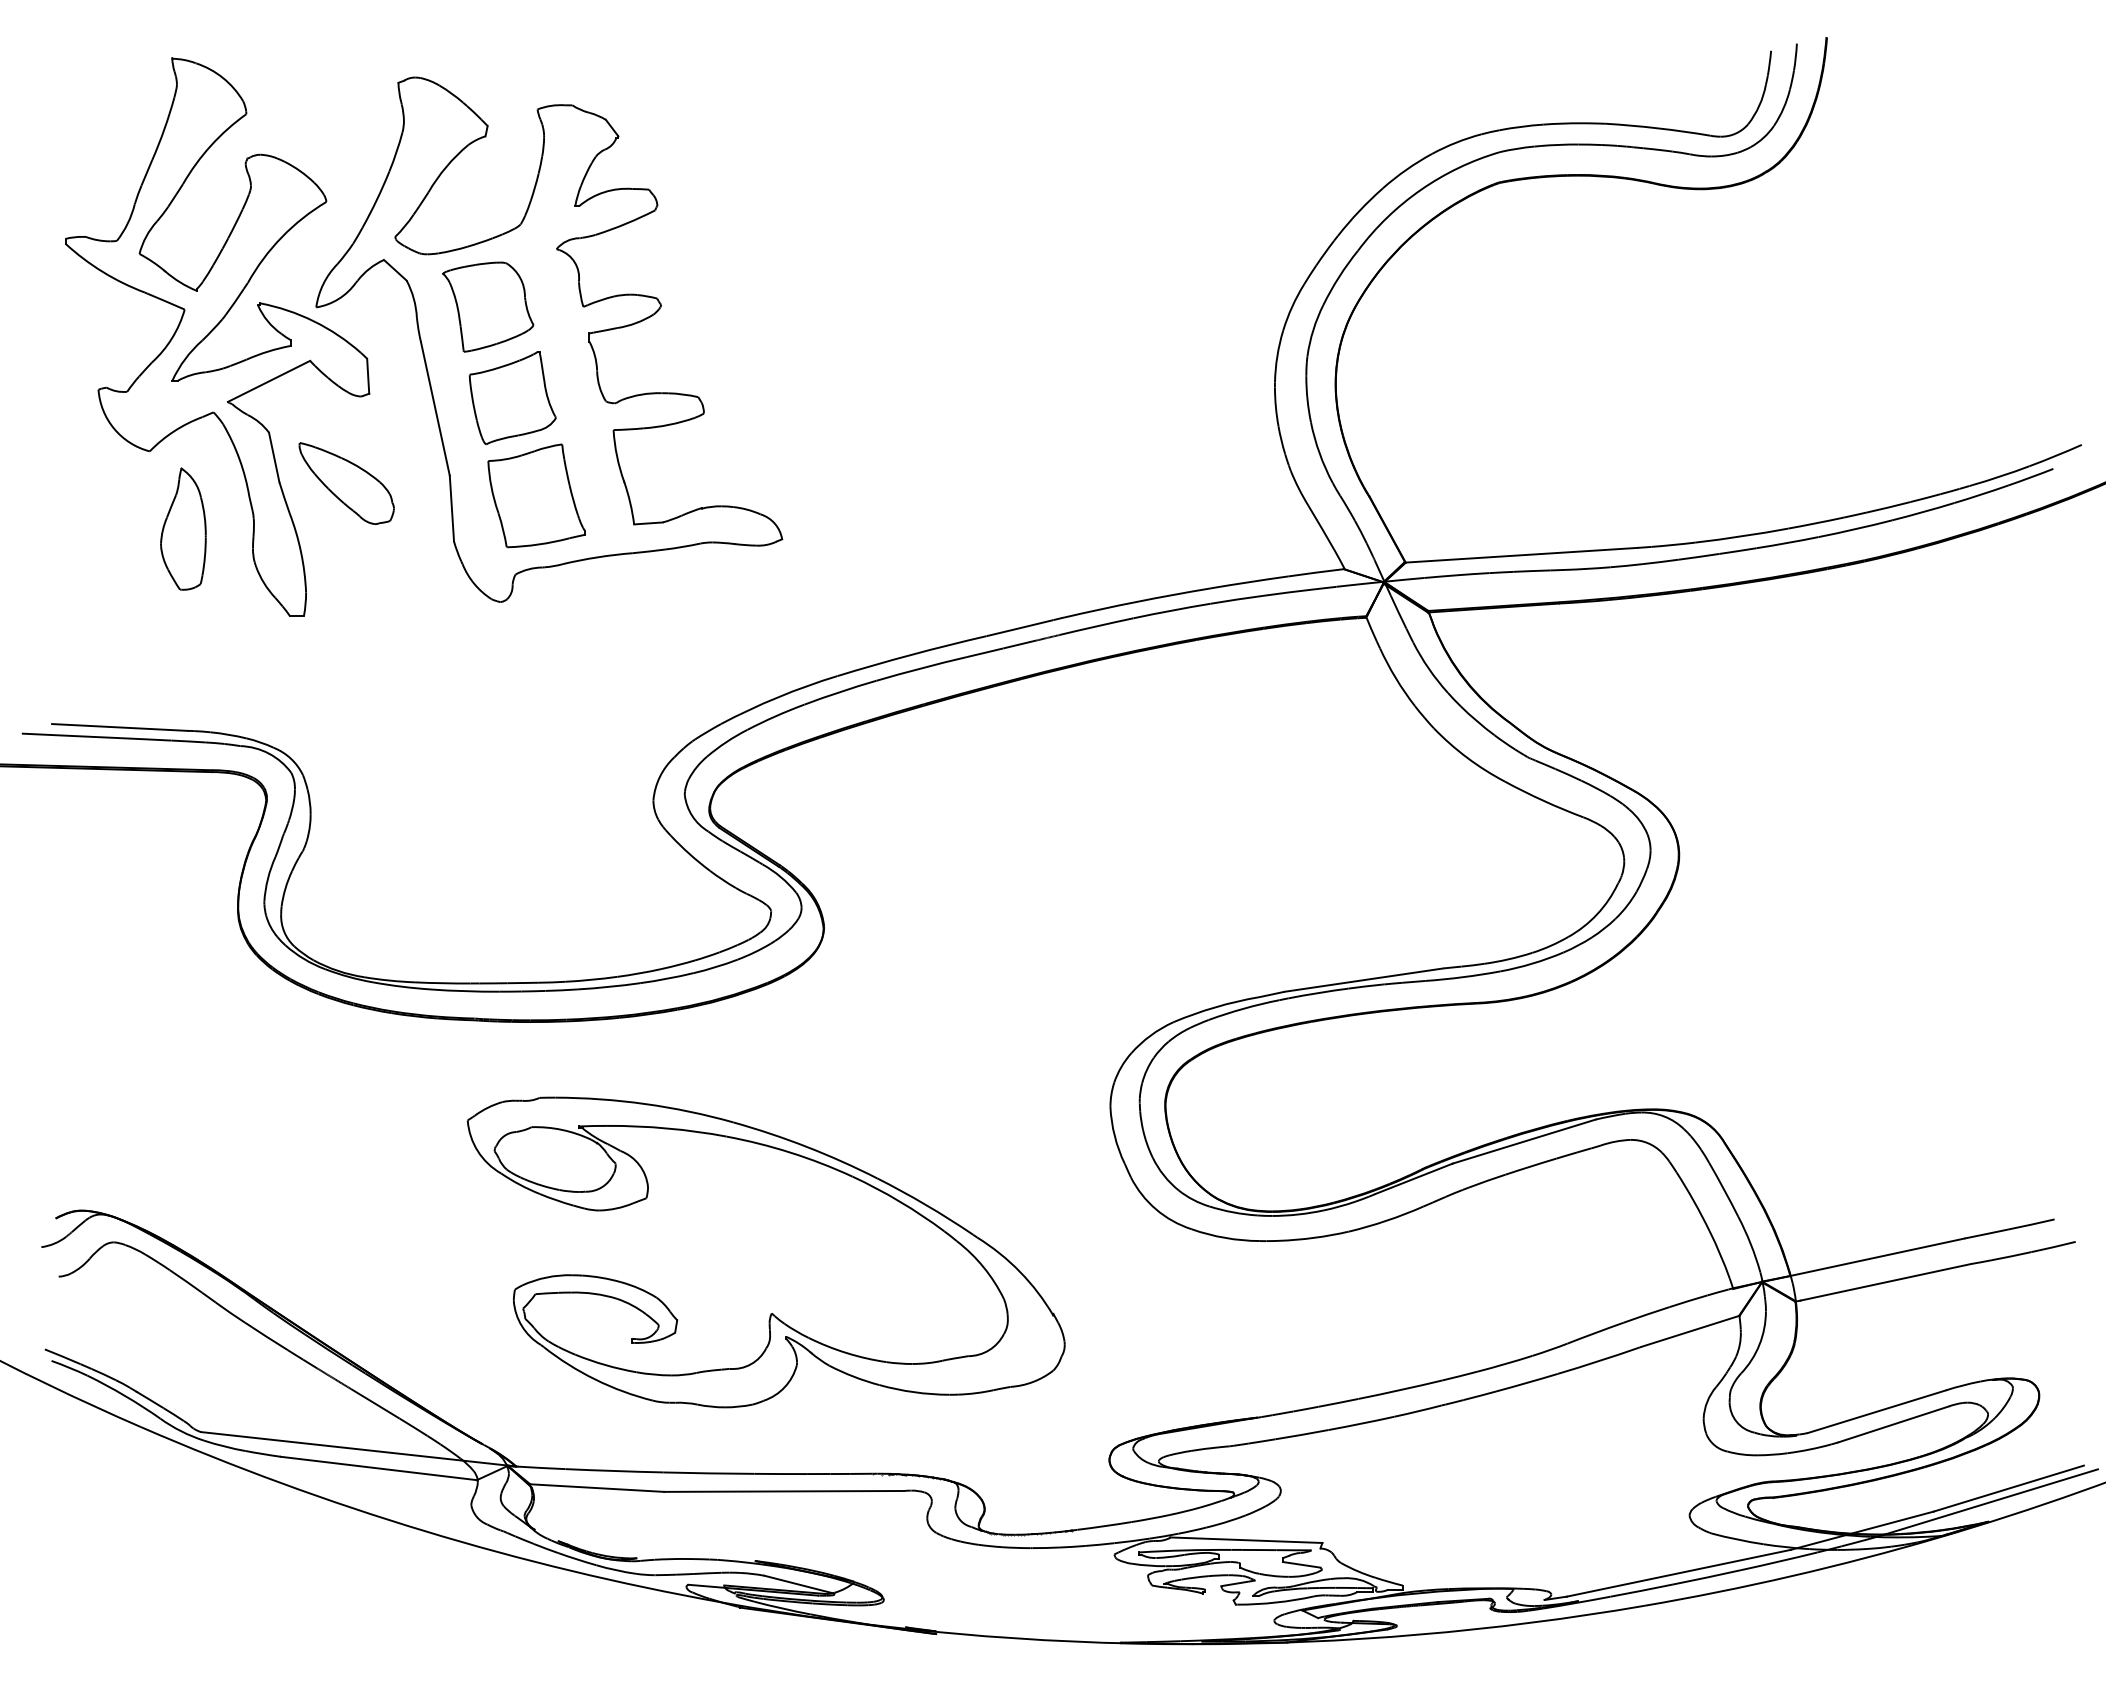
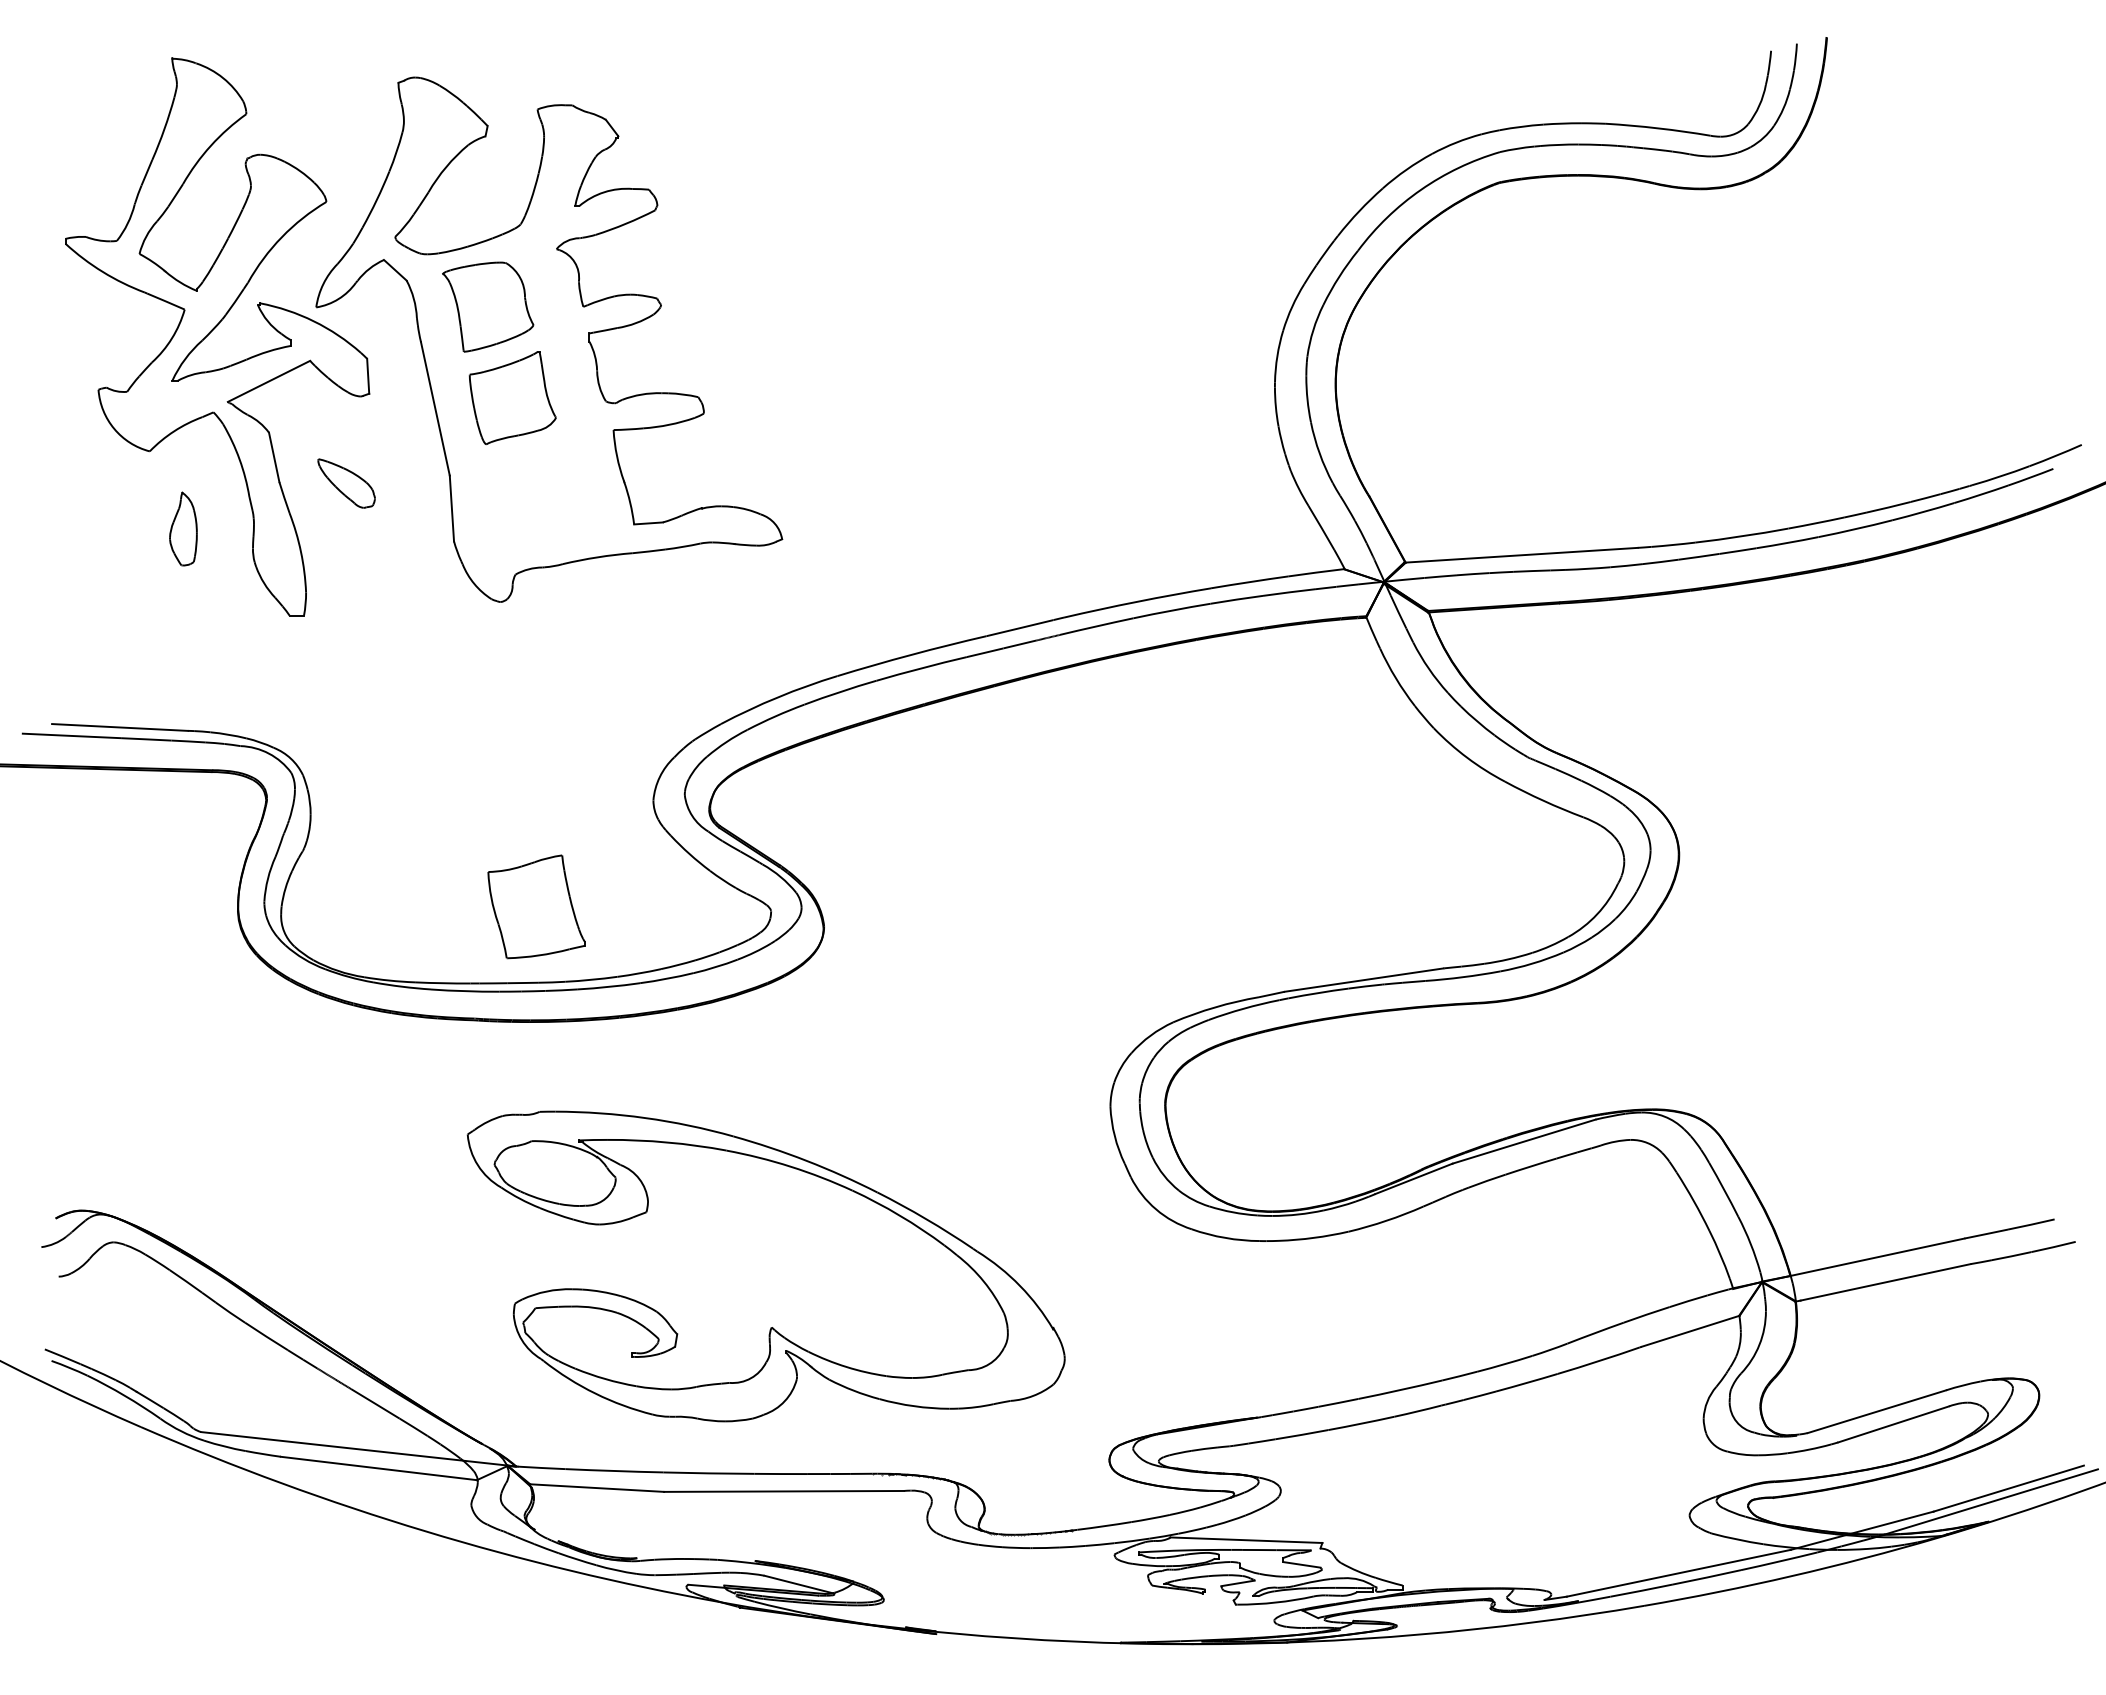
part at (346, 483) size: 97x83 px -> 59x51 px
part at (536, 495) position: (536, 495) -> (536, 906)
part at (183, 528) size: 47x124 px -> 29x76 px
part at (770, 1313) position: (770, 1313) -> (770, 1327)
